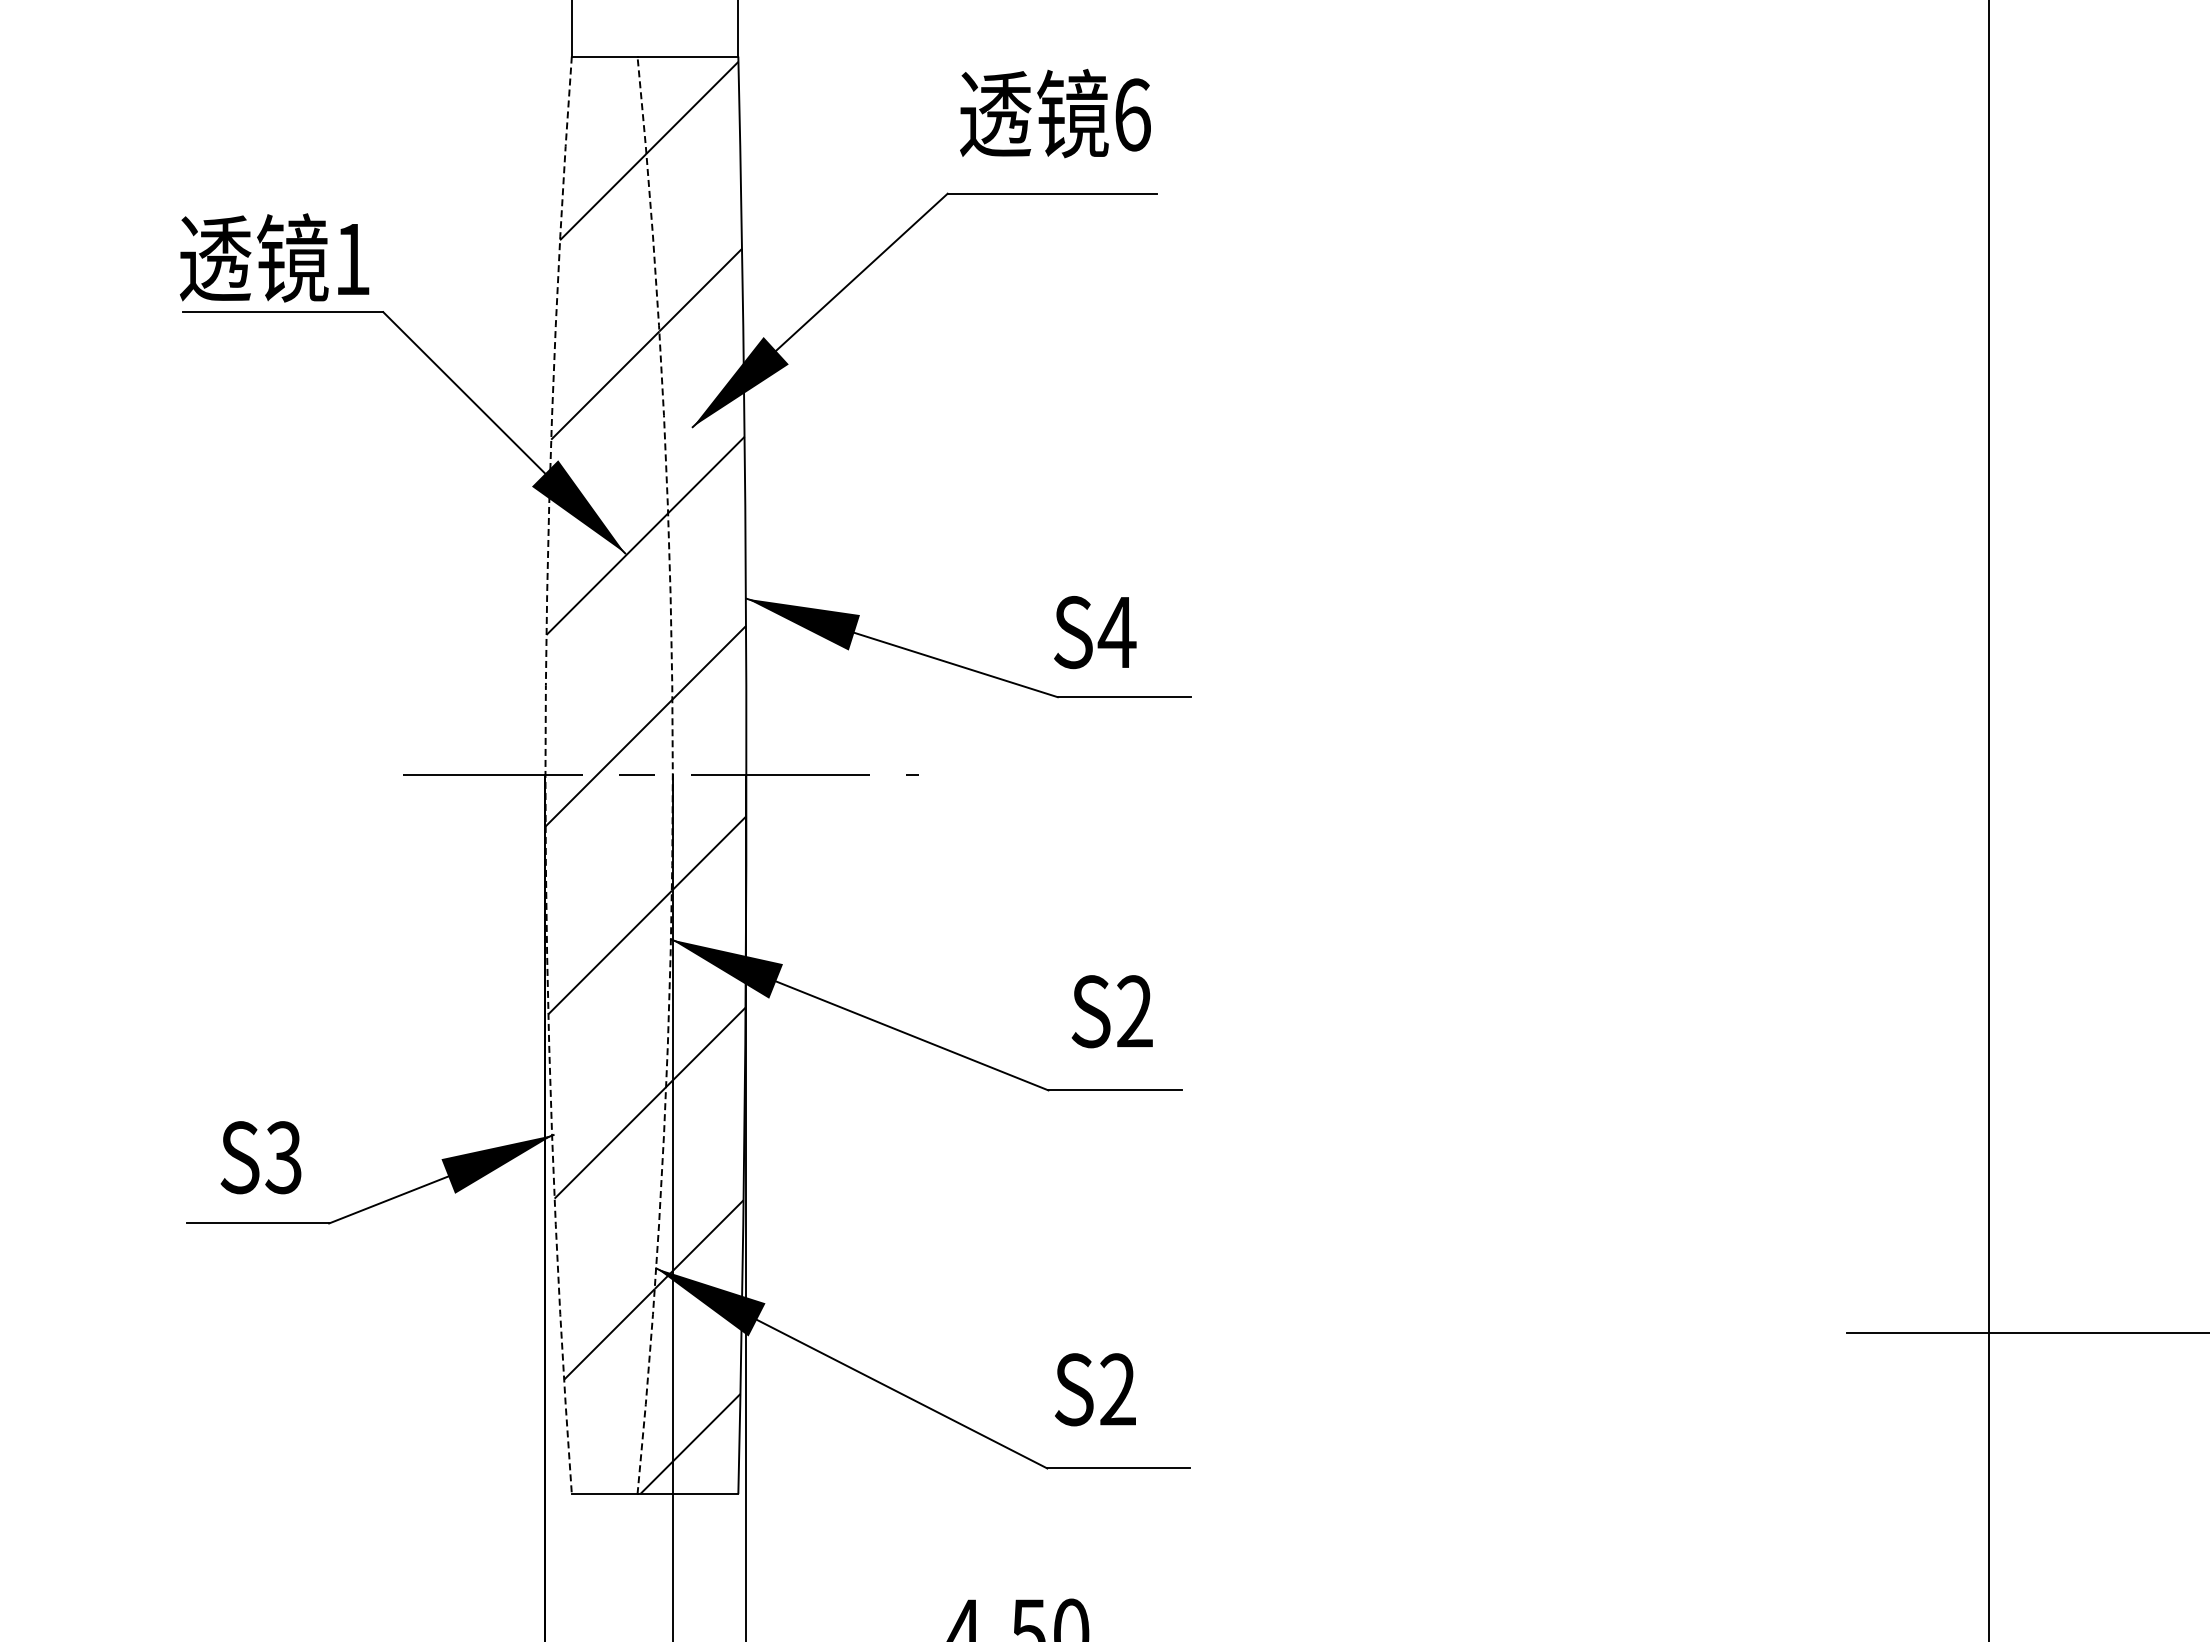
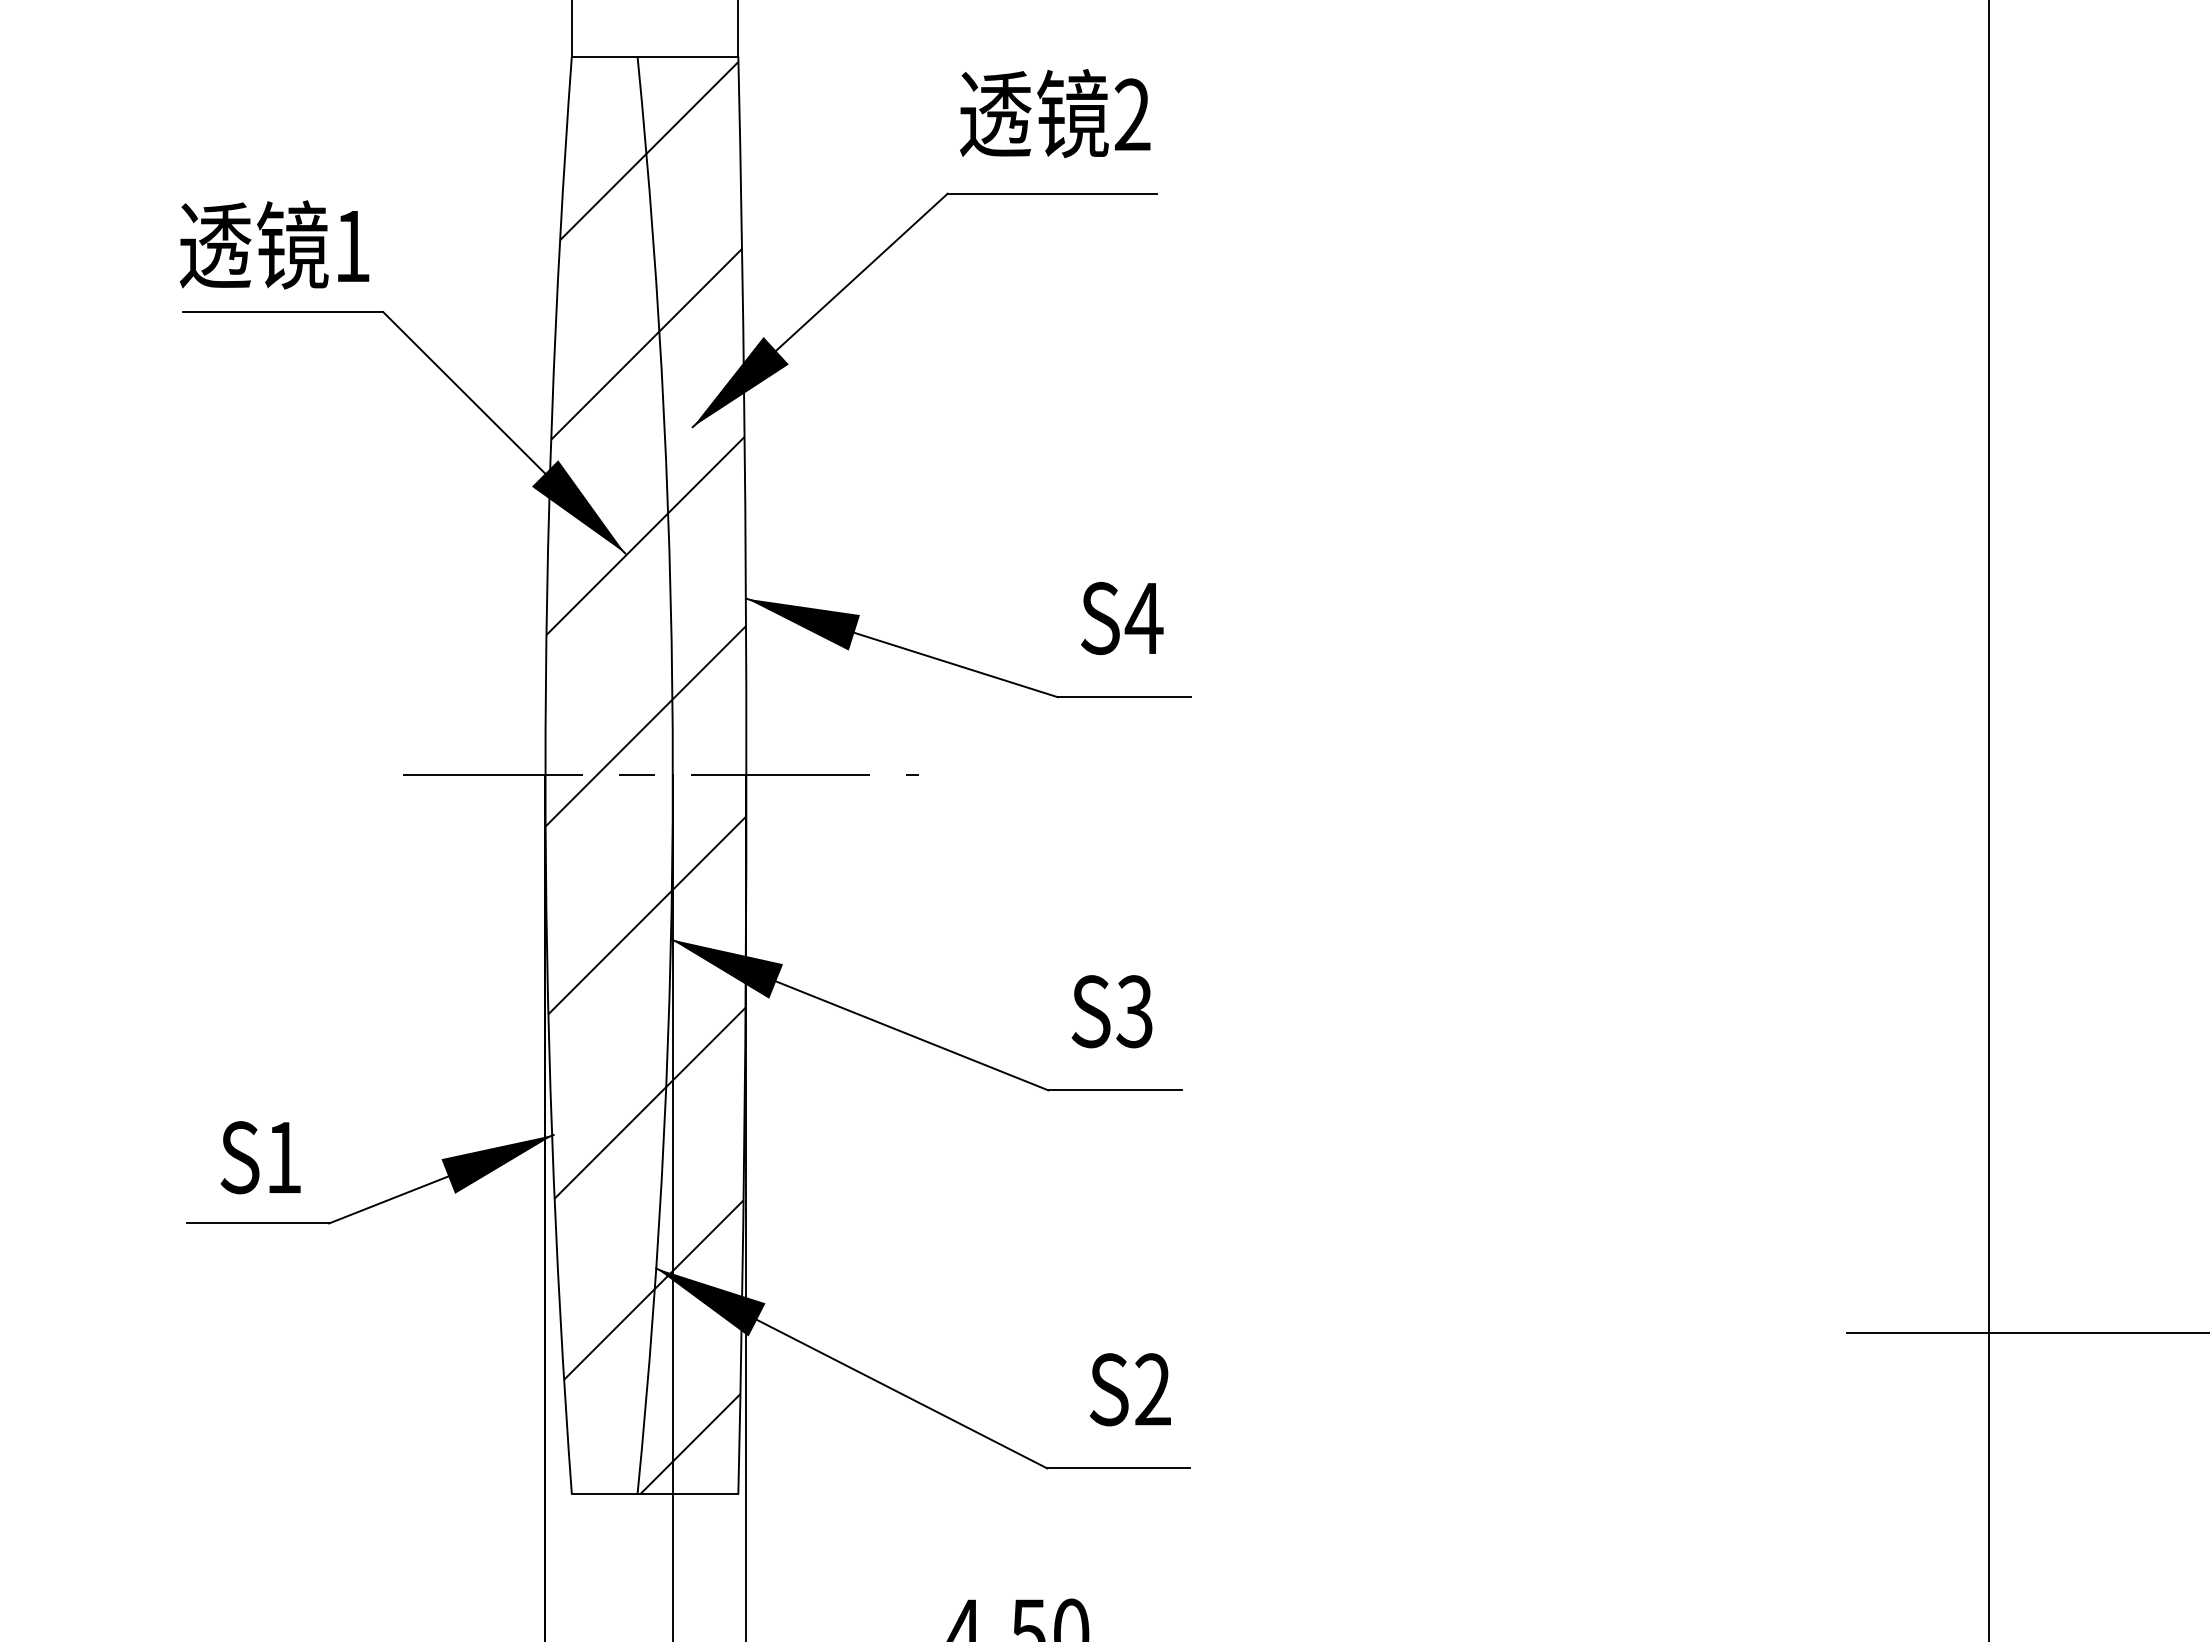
text at (1132, 114): 6 -> 2
text at (274, 257) position: (274, 257) -> (274, 244)
text at (1095, 632) position: (1095, 632) -> (1122, 618)
arc at (545, 775): dashed -> solid
arc at (672, 775): dashed -> solid
text at (1134, 1011): S2 -> S3
text at (283, 1157): S3 -> S1
text at (1095, 1389) position: (1095, 1389) -> (1130, 1389)
